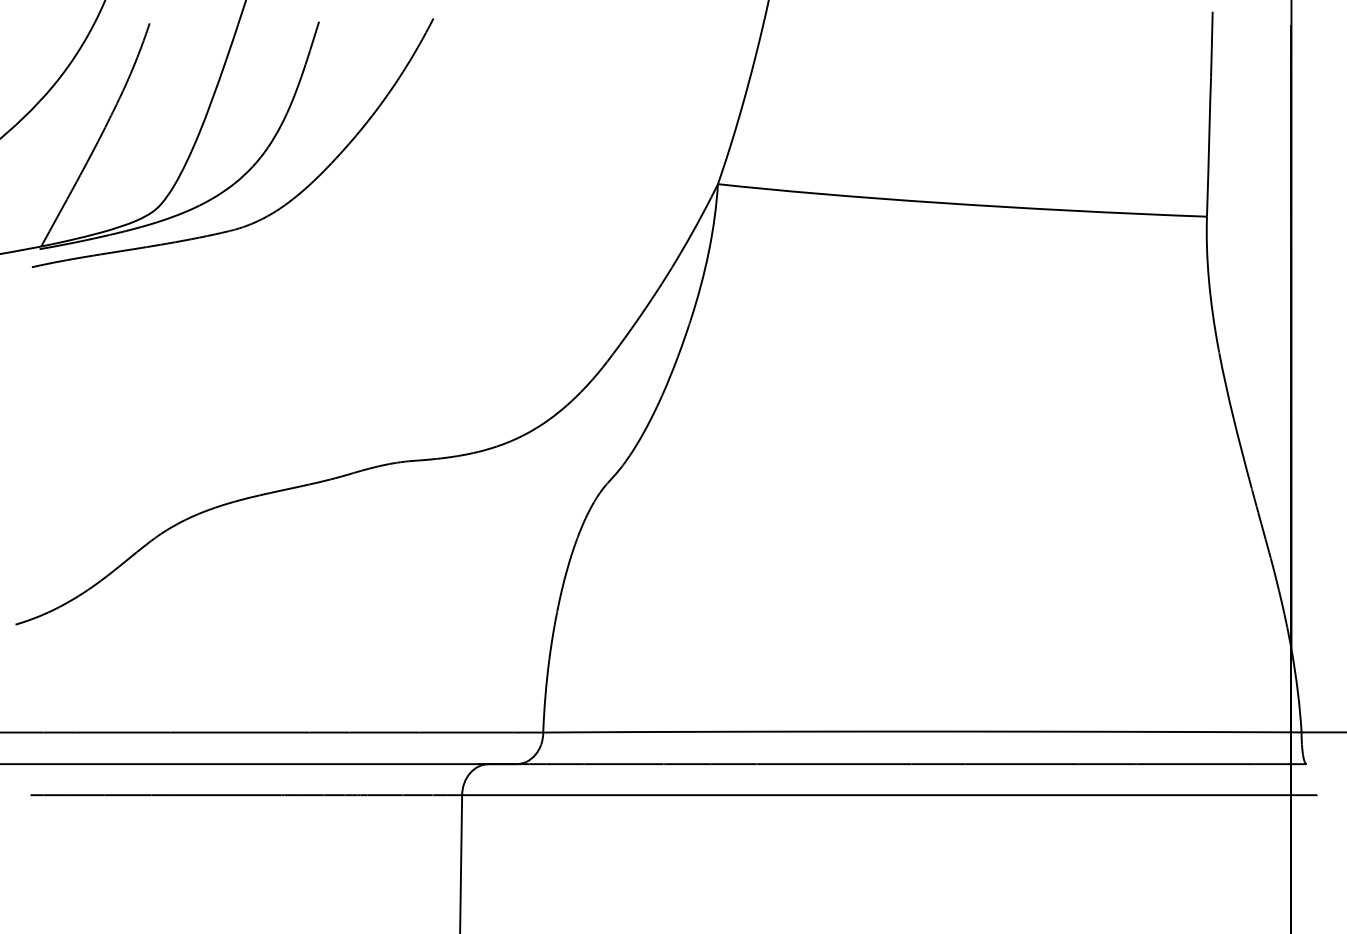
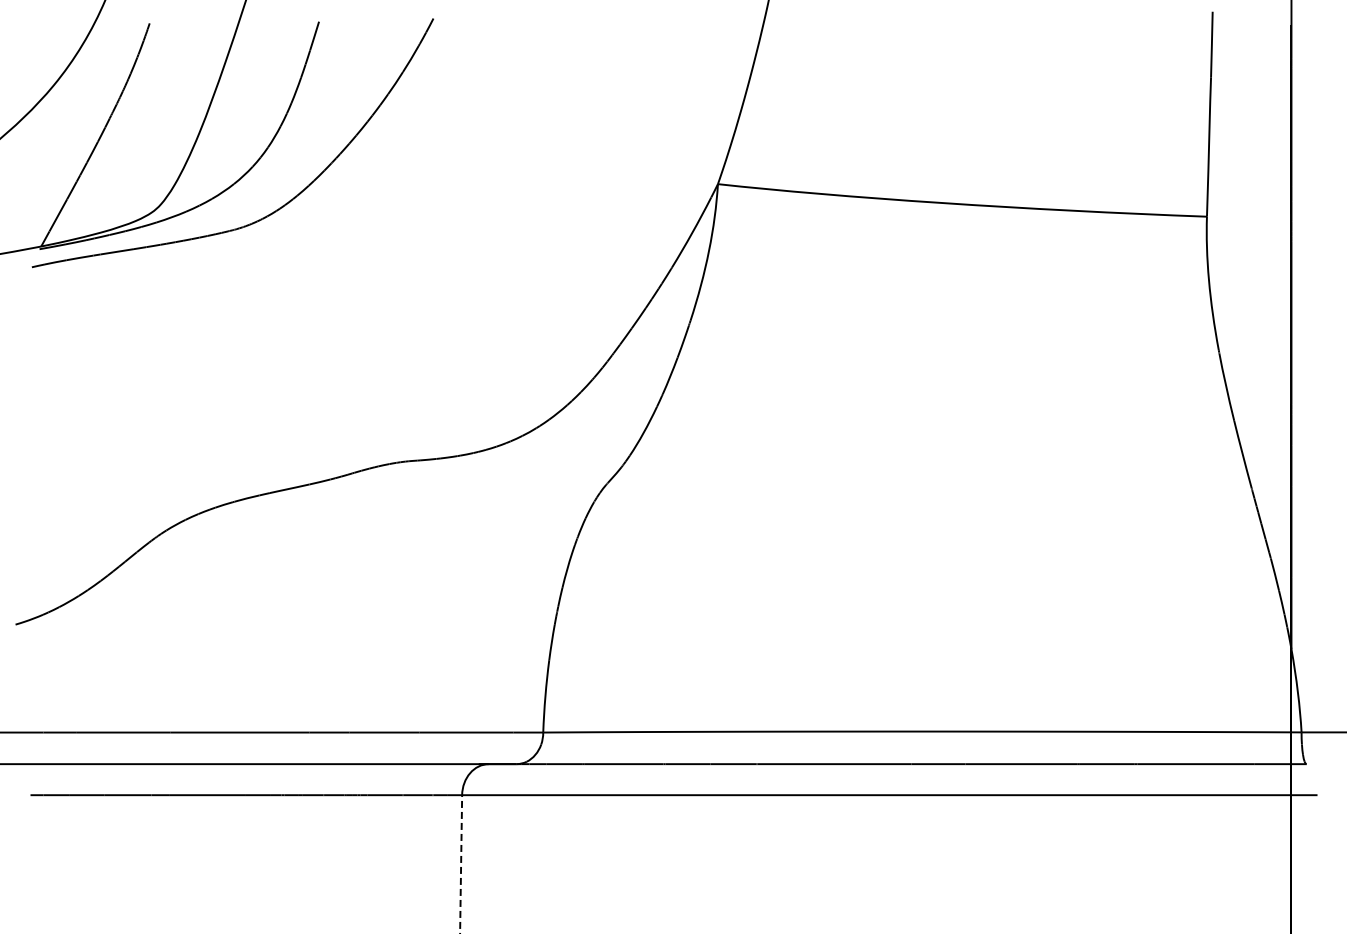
line at (461, 864): solid -> dashed
